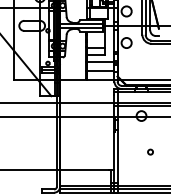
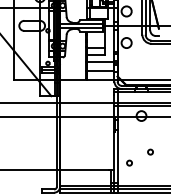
circle at (129, 162): none -> present
